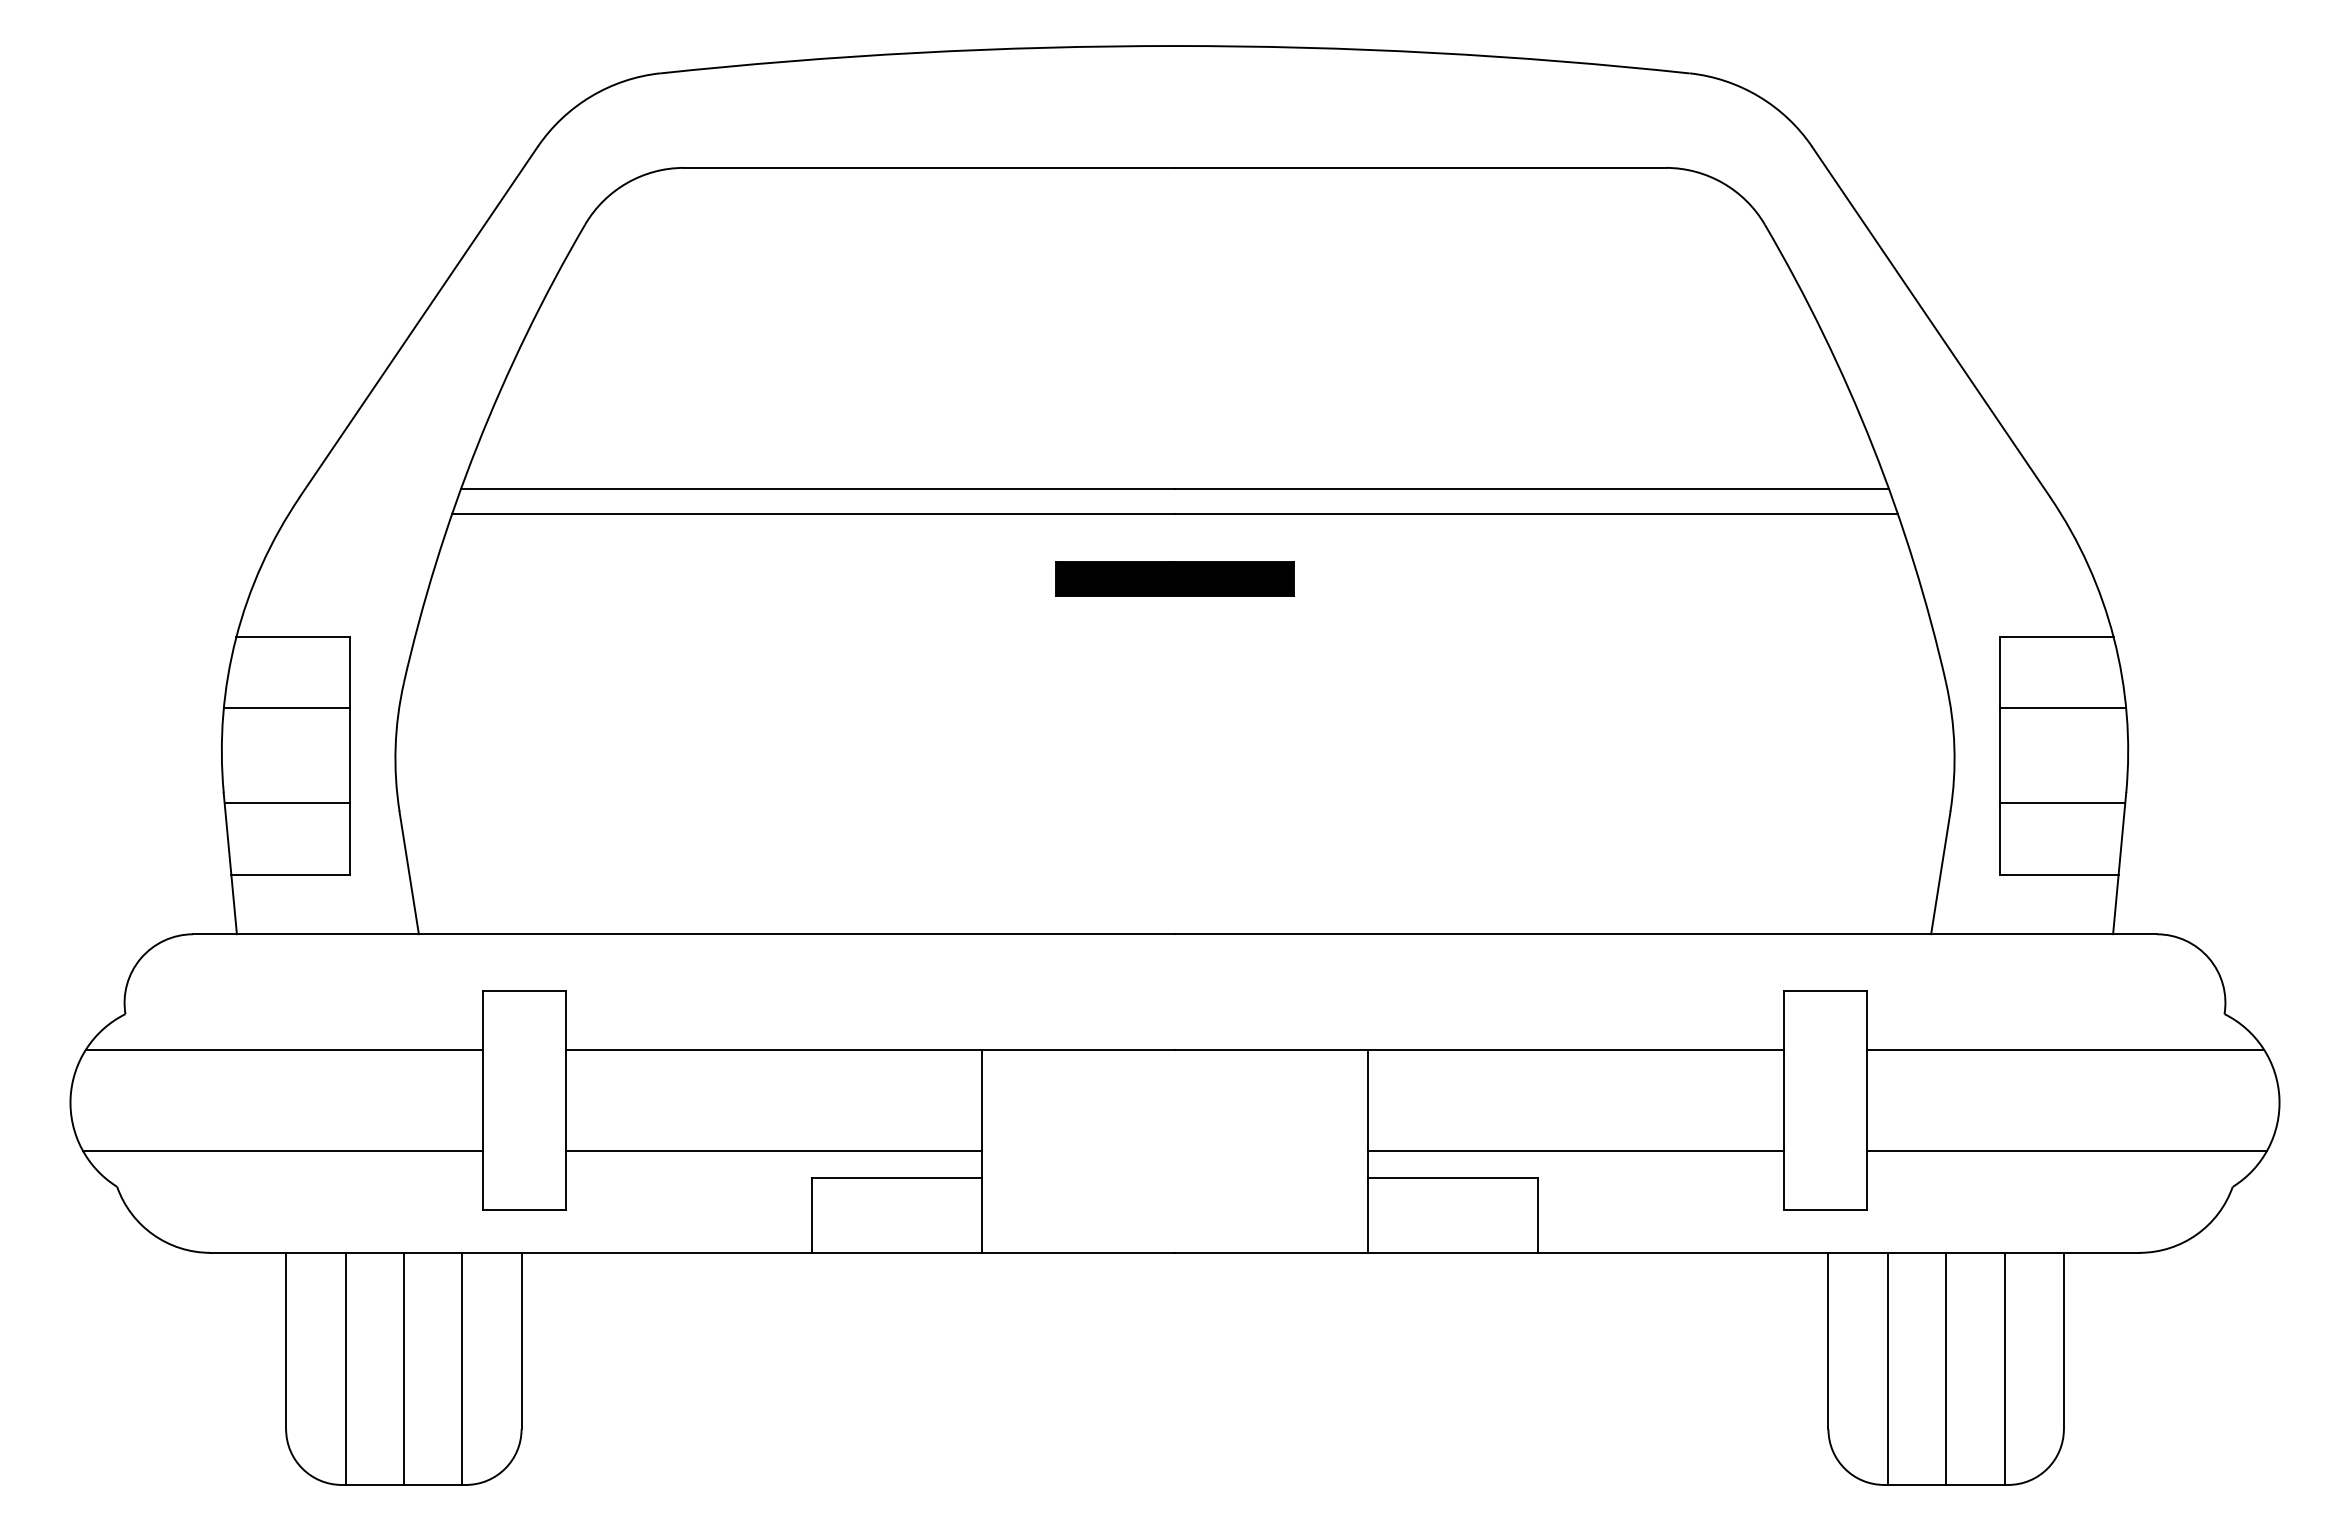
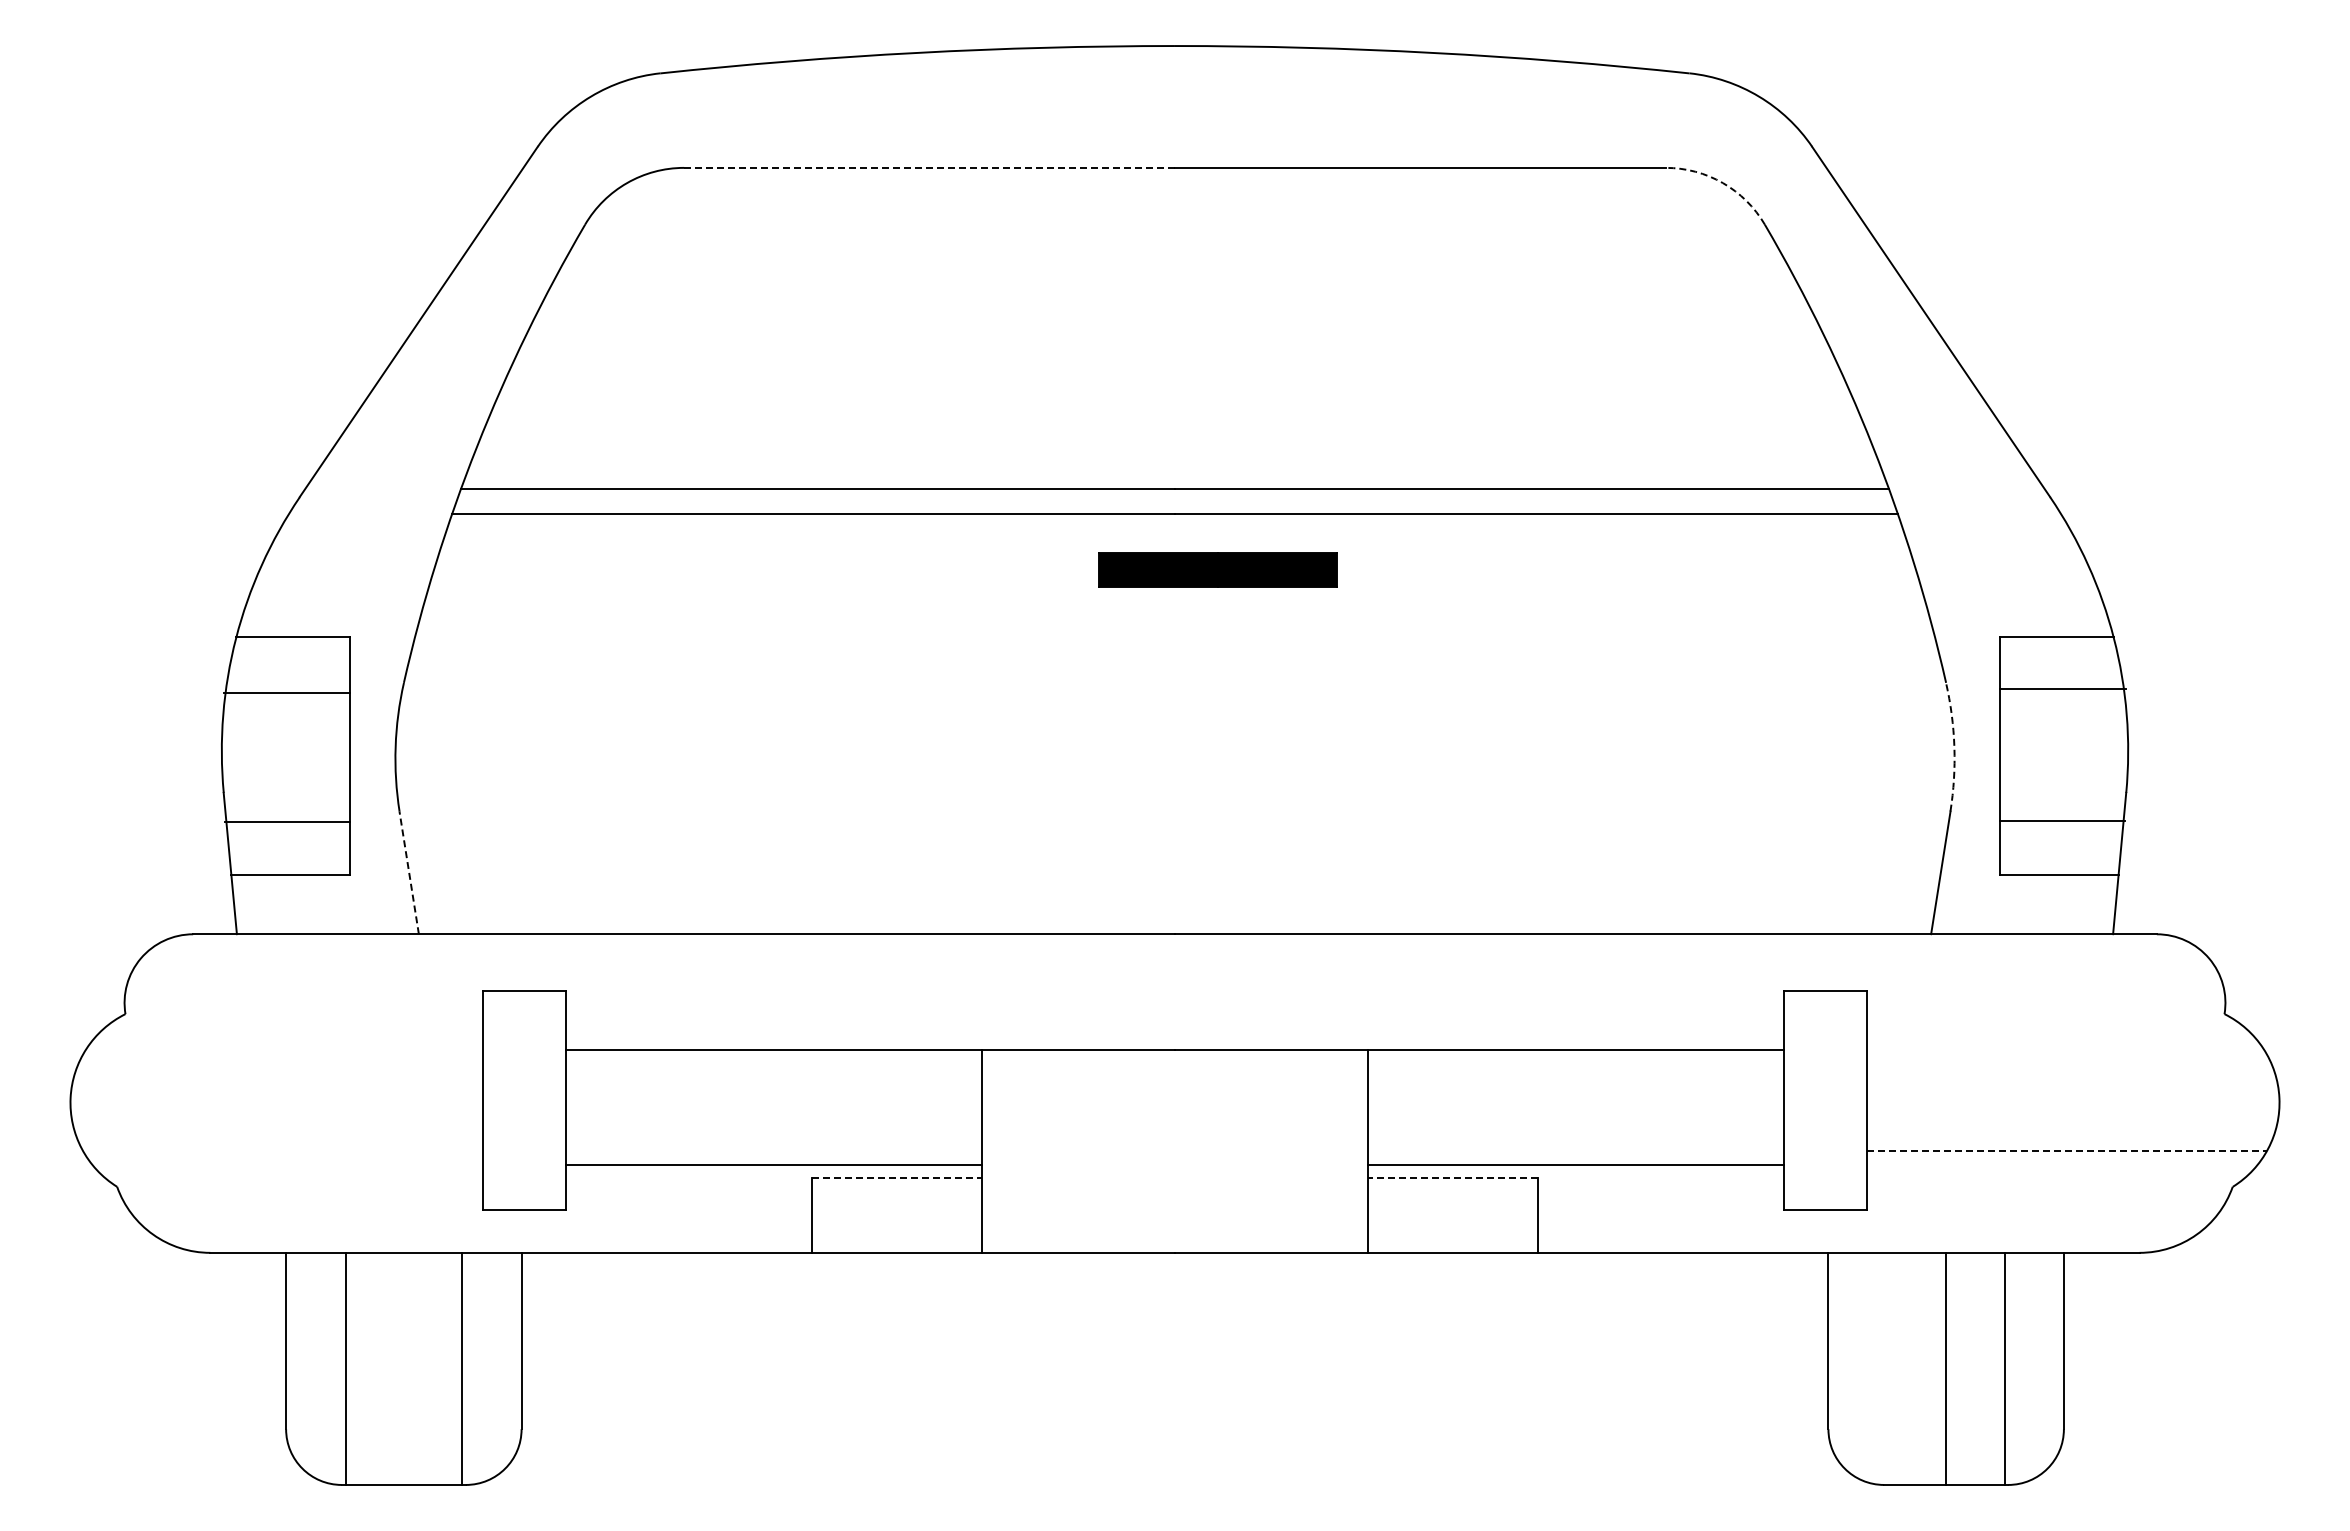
line at (929, 167): solid -> dashed
arc at (1722, 183): solid -> dashed
part at (1174, 578) position: (1174, 578) -> (1217, 569)
line at (286, 707) position: (286, 707) -> (286, 692)
line at (2063, 707) position: (2063, 707) -> (2063, 688)
arc at (1954, 747): solid -> dashed
line at (286, 803) position: (286, 803) -> (286, 822)
line at (2062, 803) position: (2062, 803) -> (2062, 821)
line at (409, 872): solid -> dashed
line at (283, 1049): present -> none
line at (2065, 1049): present -> none
line at (282, 1151): present -> none
line at (773, 1151) position: (773, 1151) -> (773, 1165)
line at (1575, 1151) position: (1575, 1151) -> (1575, 1165)
line at (2066, 1151): solid -> dashed
line at (897, 1178): solid -> dashed
line at (1452, 1178): solid -> dashed
line at (403, 1368): present -> none
line at (1887, 1368): present -> none
